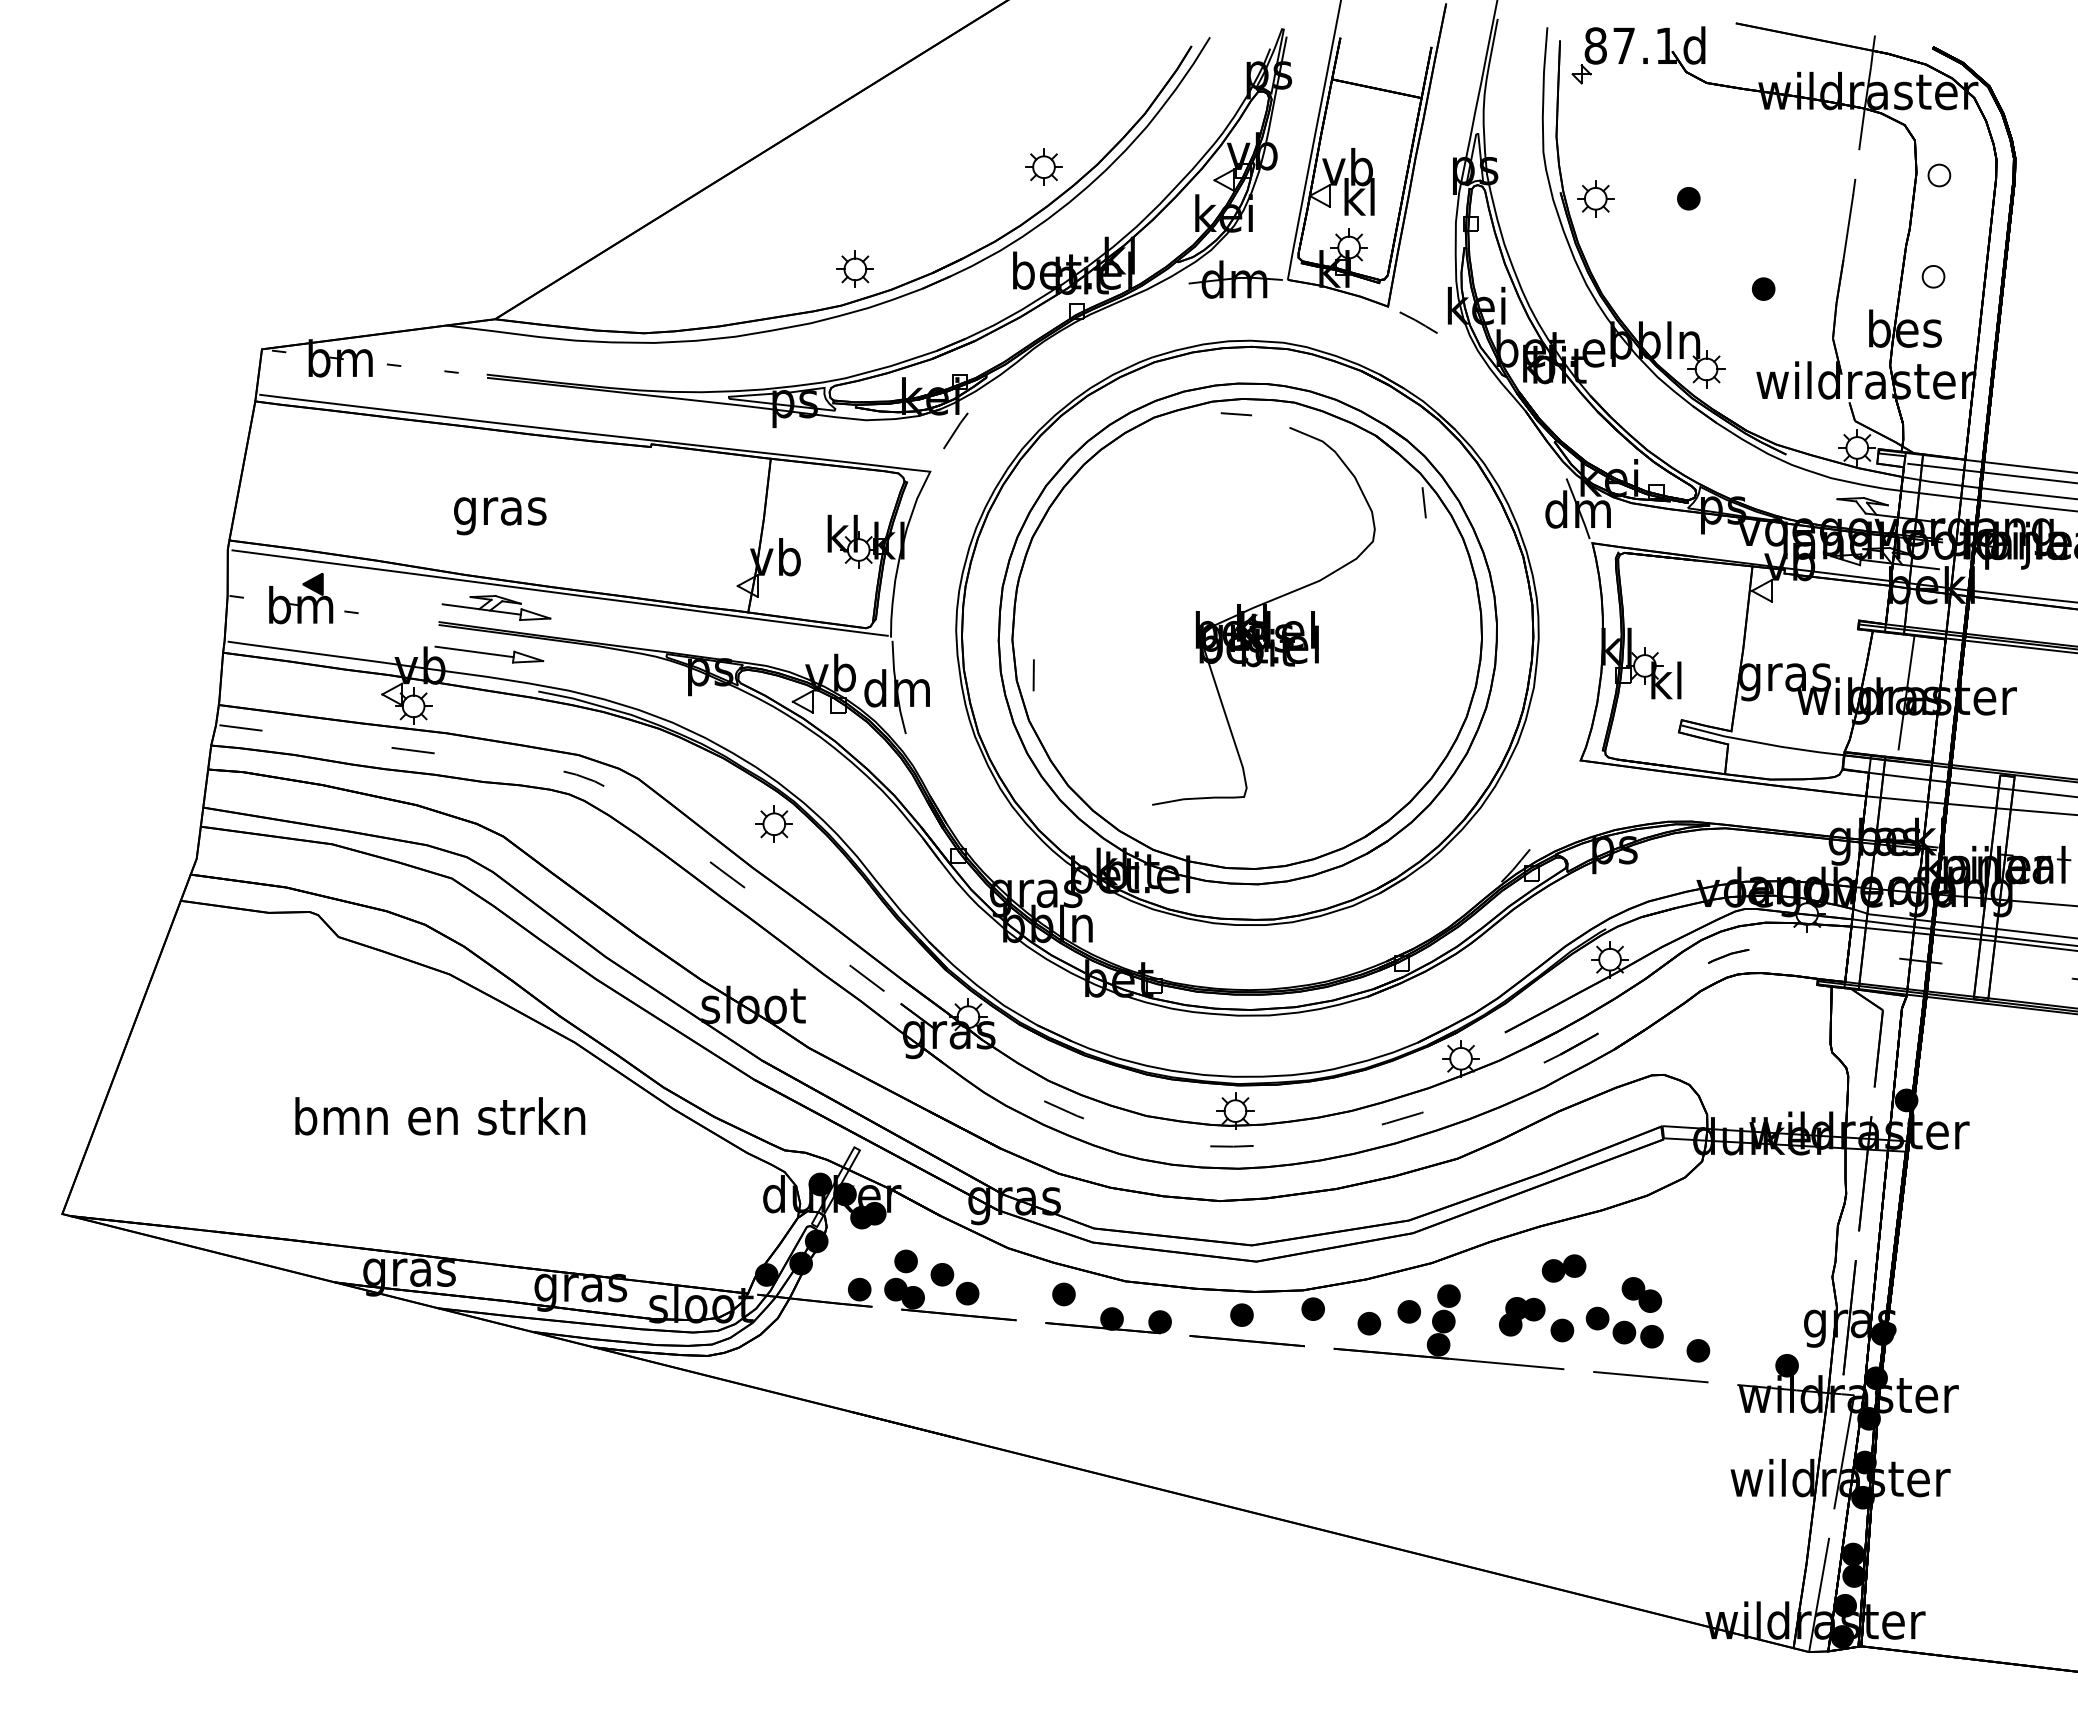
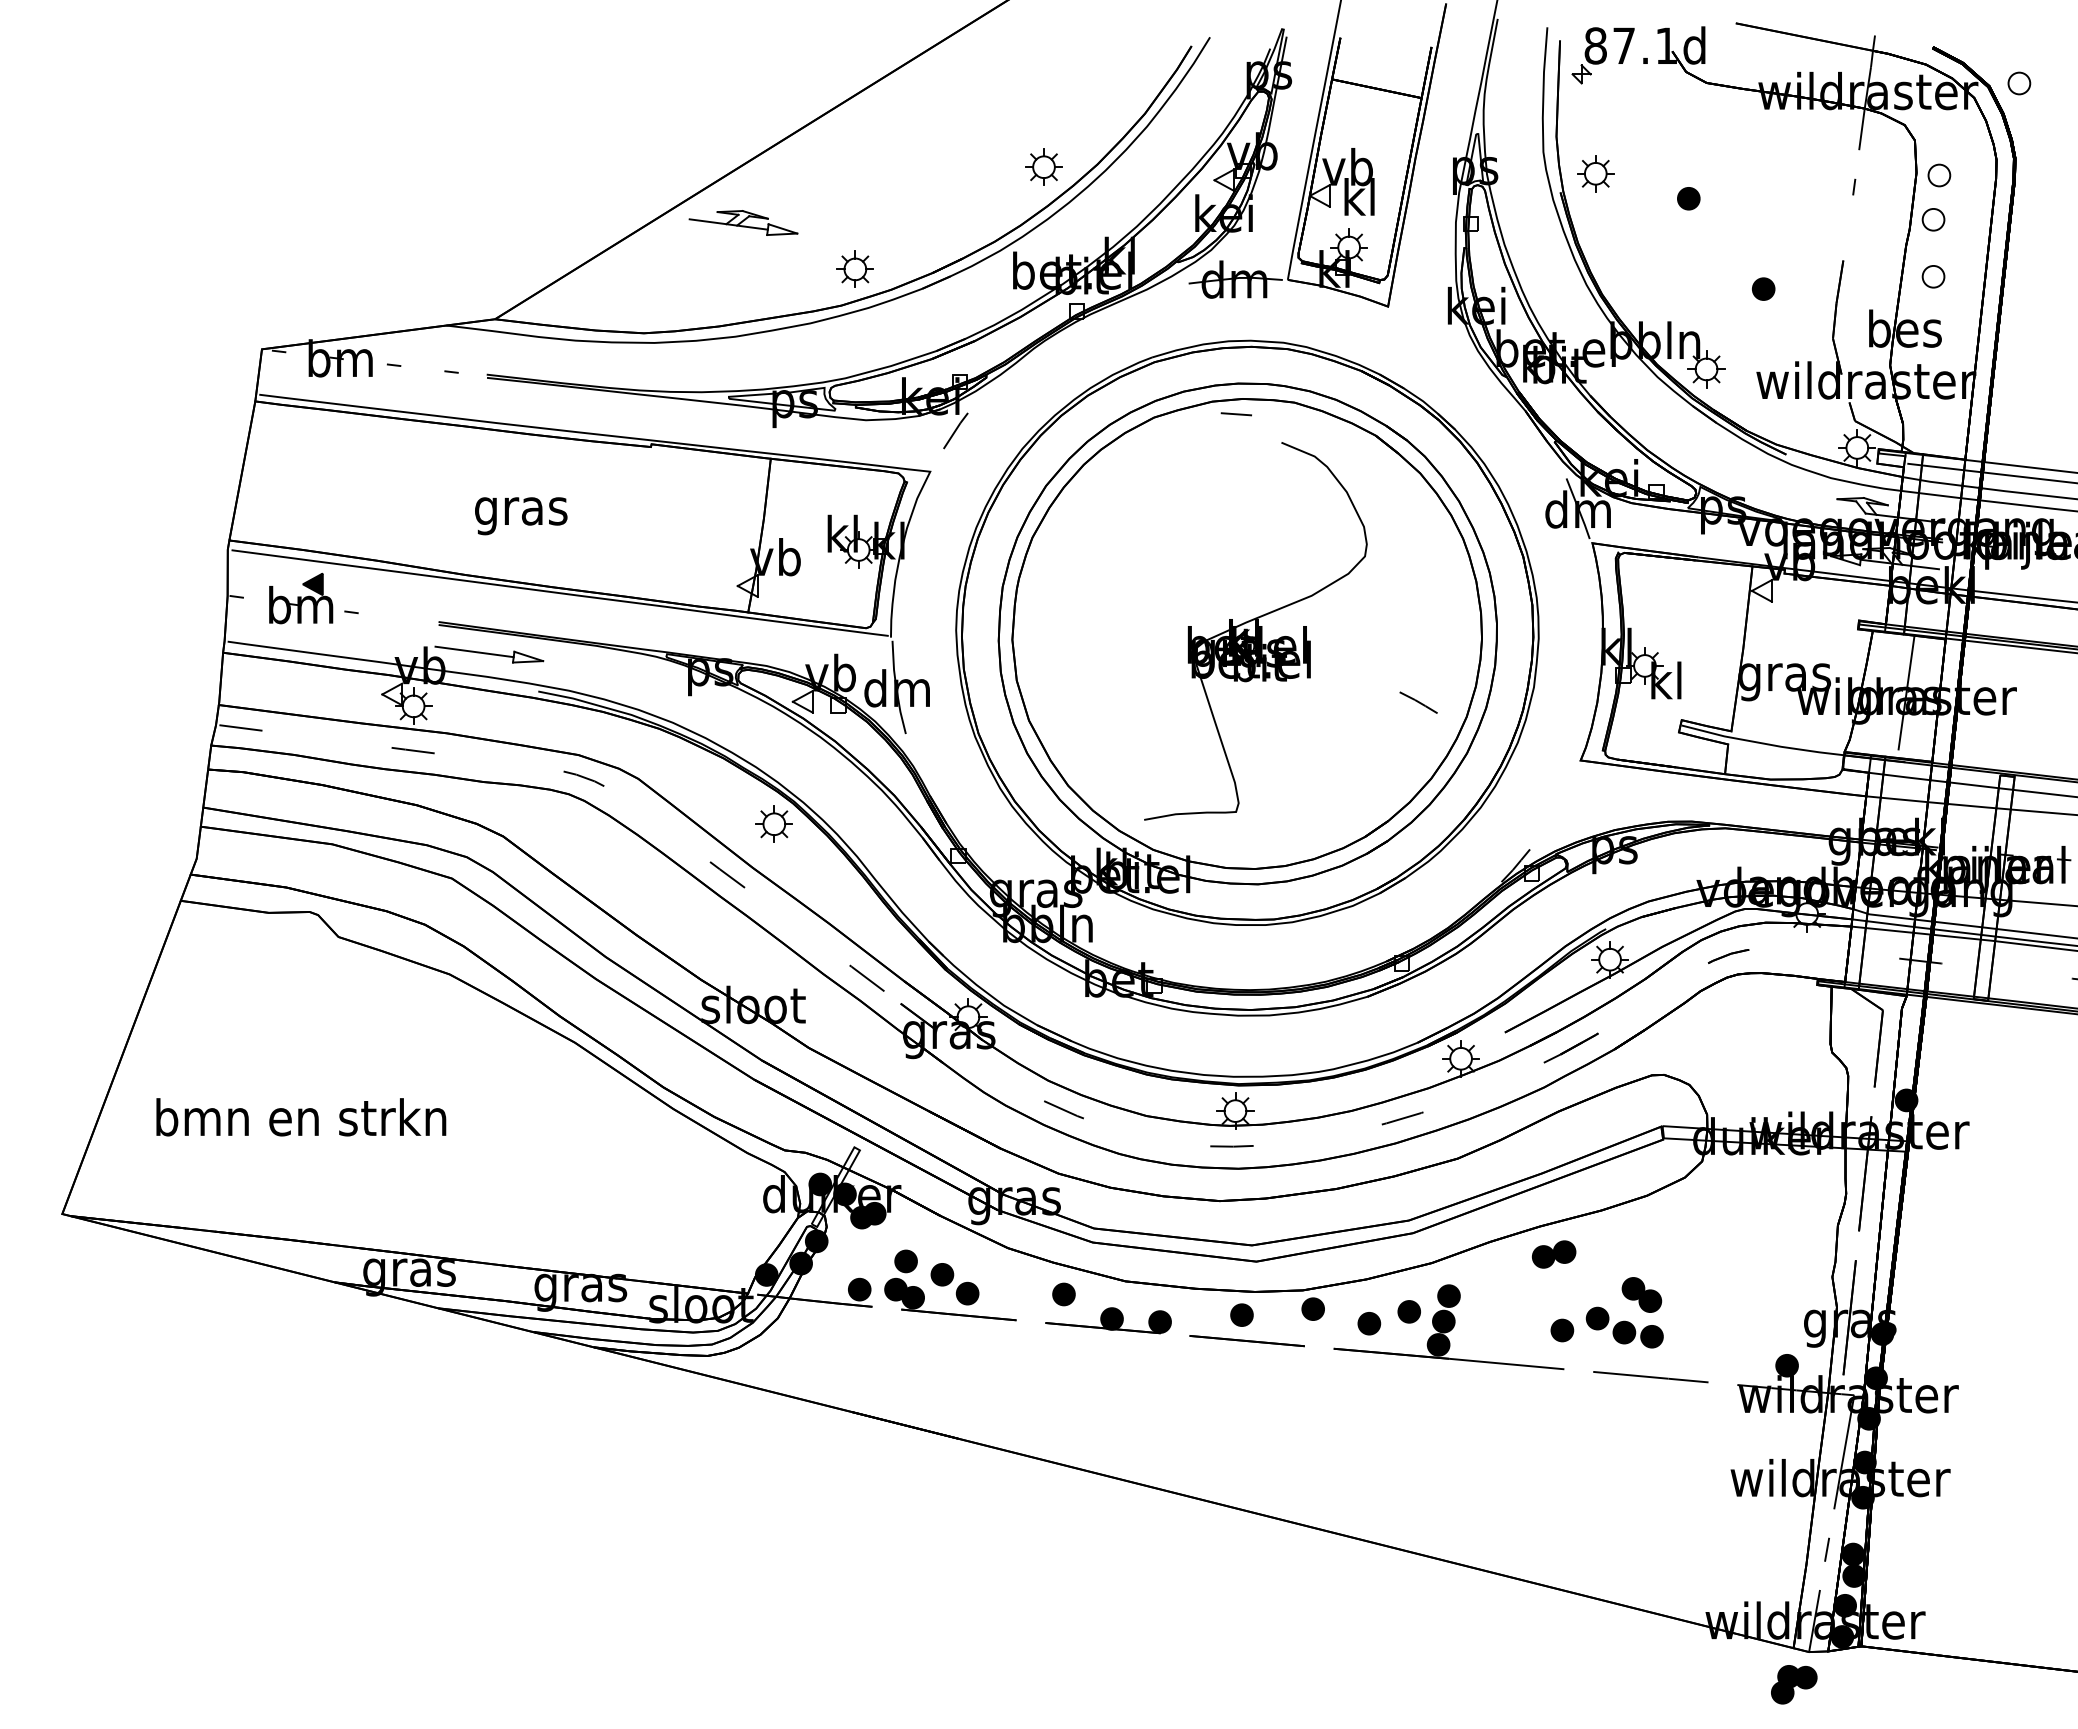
part at (2019, 83): none -> present
part at (1595, 198) position: (1595, 198) -> (1595, 173)
part at (1933, 219): none -> present
line at (1848, 227): present -> none
line at (1418, 322) position: (1418, 322) -> (1418, 702)
line at (1423, 502): present -> none
text at (500, 516) position: (500, 516) -> (521, 516)
part at (496, 607) position: (496, 607) -> (743, 222)
part at (1263, 616) position: (1263, 616) -> (1255, 631)
line at (1033, 675): present -> none
text at (440, 1116) position: (440, 1116) -> (301, 1117)
part at (1563, 1268) position: (1563, 1268) -> (1553, 1254)
part at (1522, 1316) position: (1522, 1316) -> (1794, 1684)
part at (1698, 1350): present -> none
line at (1822, 1575): present -> none
